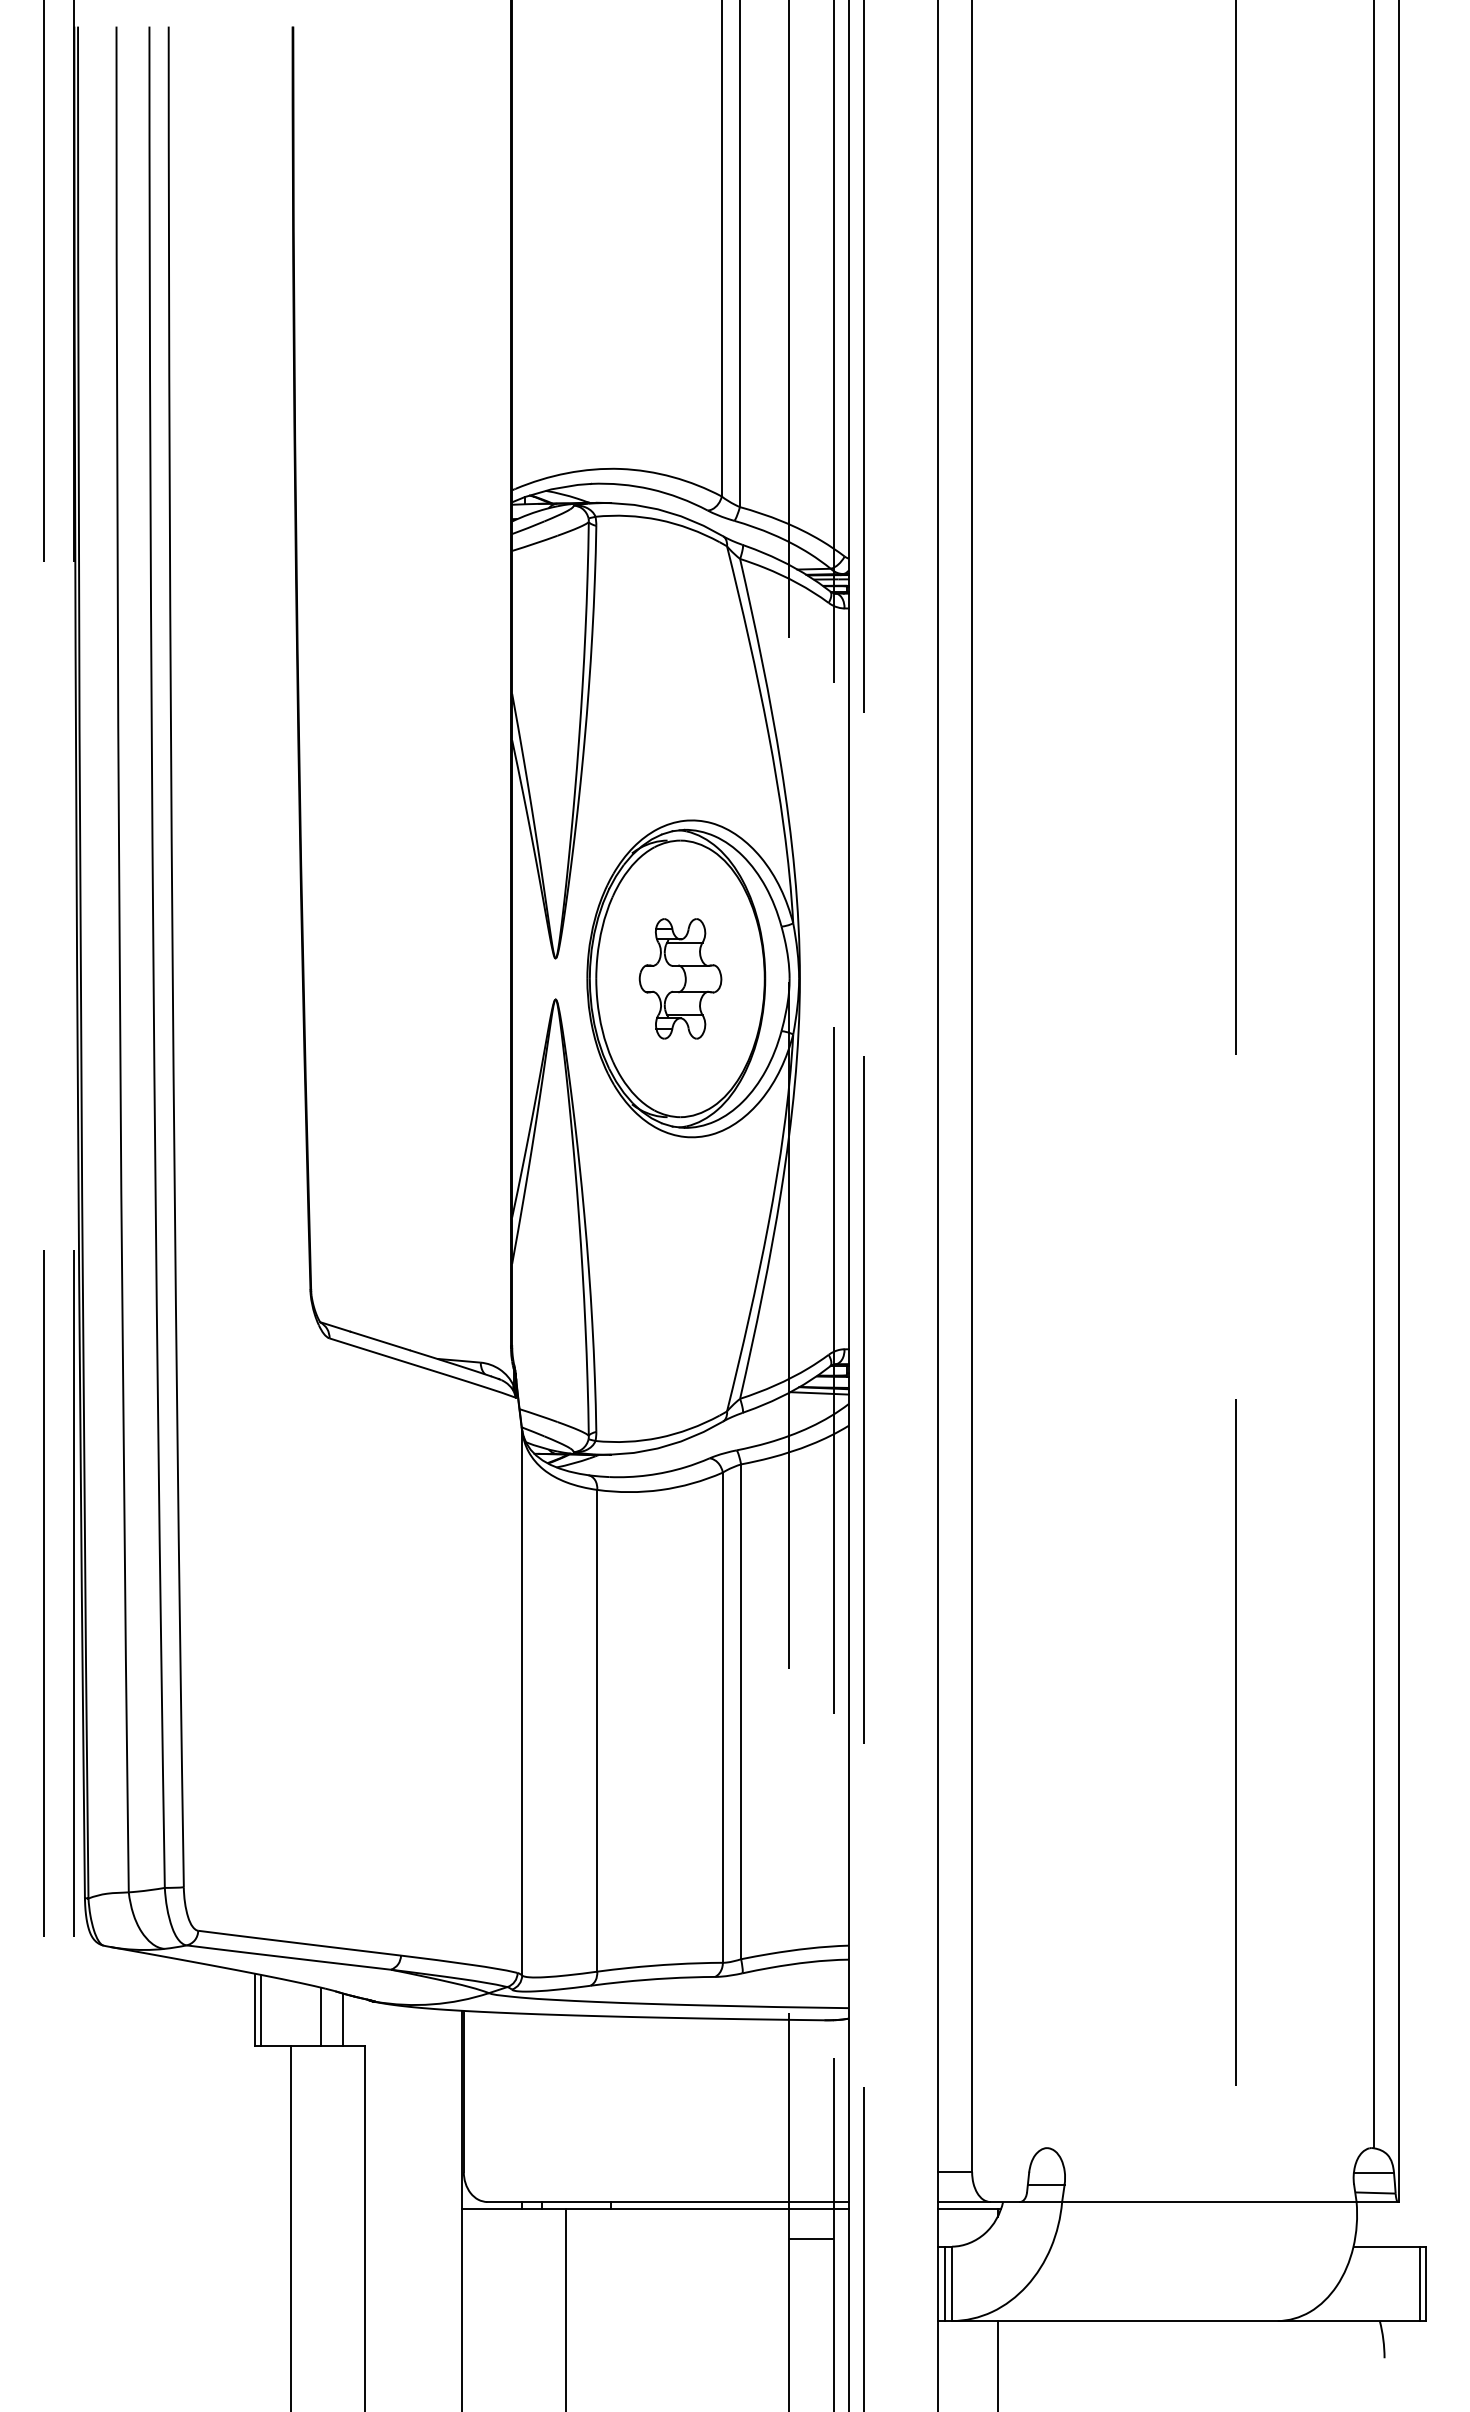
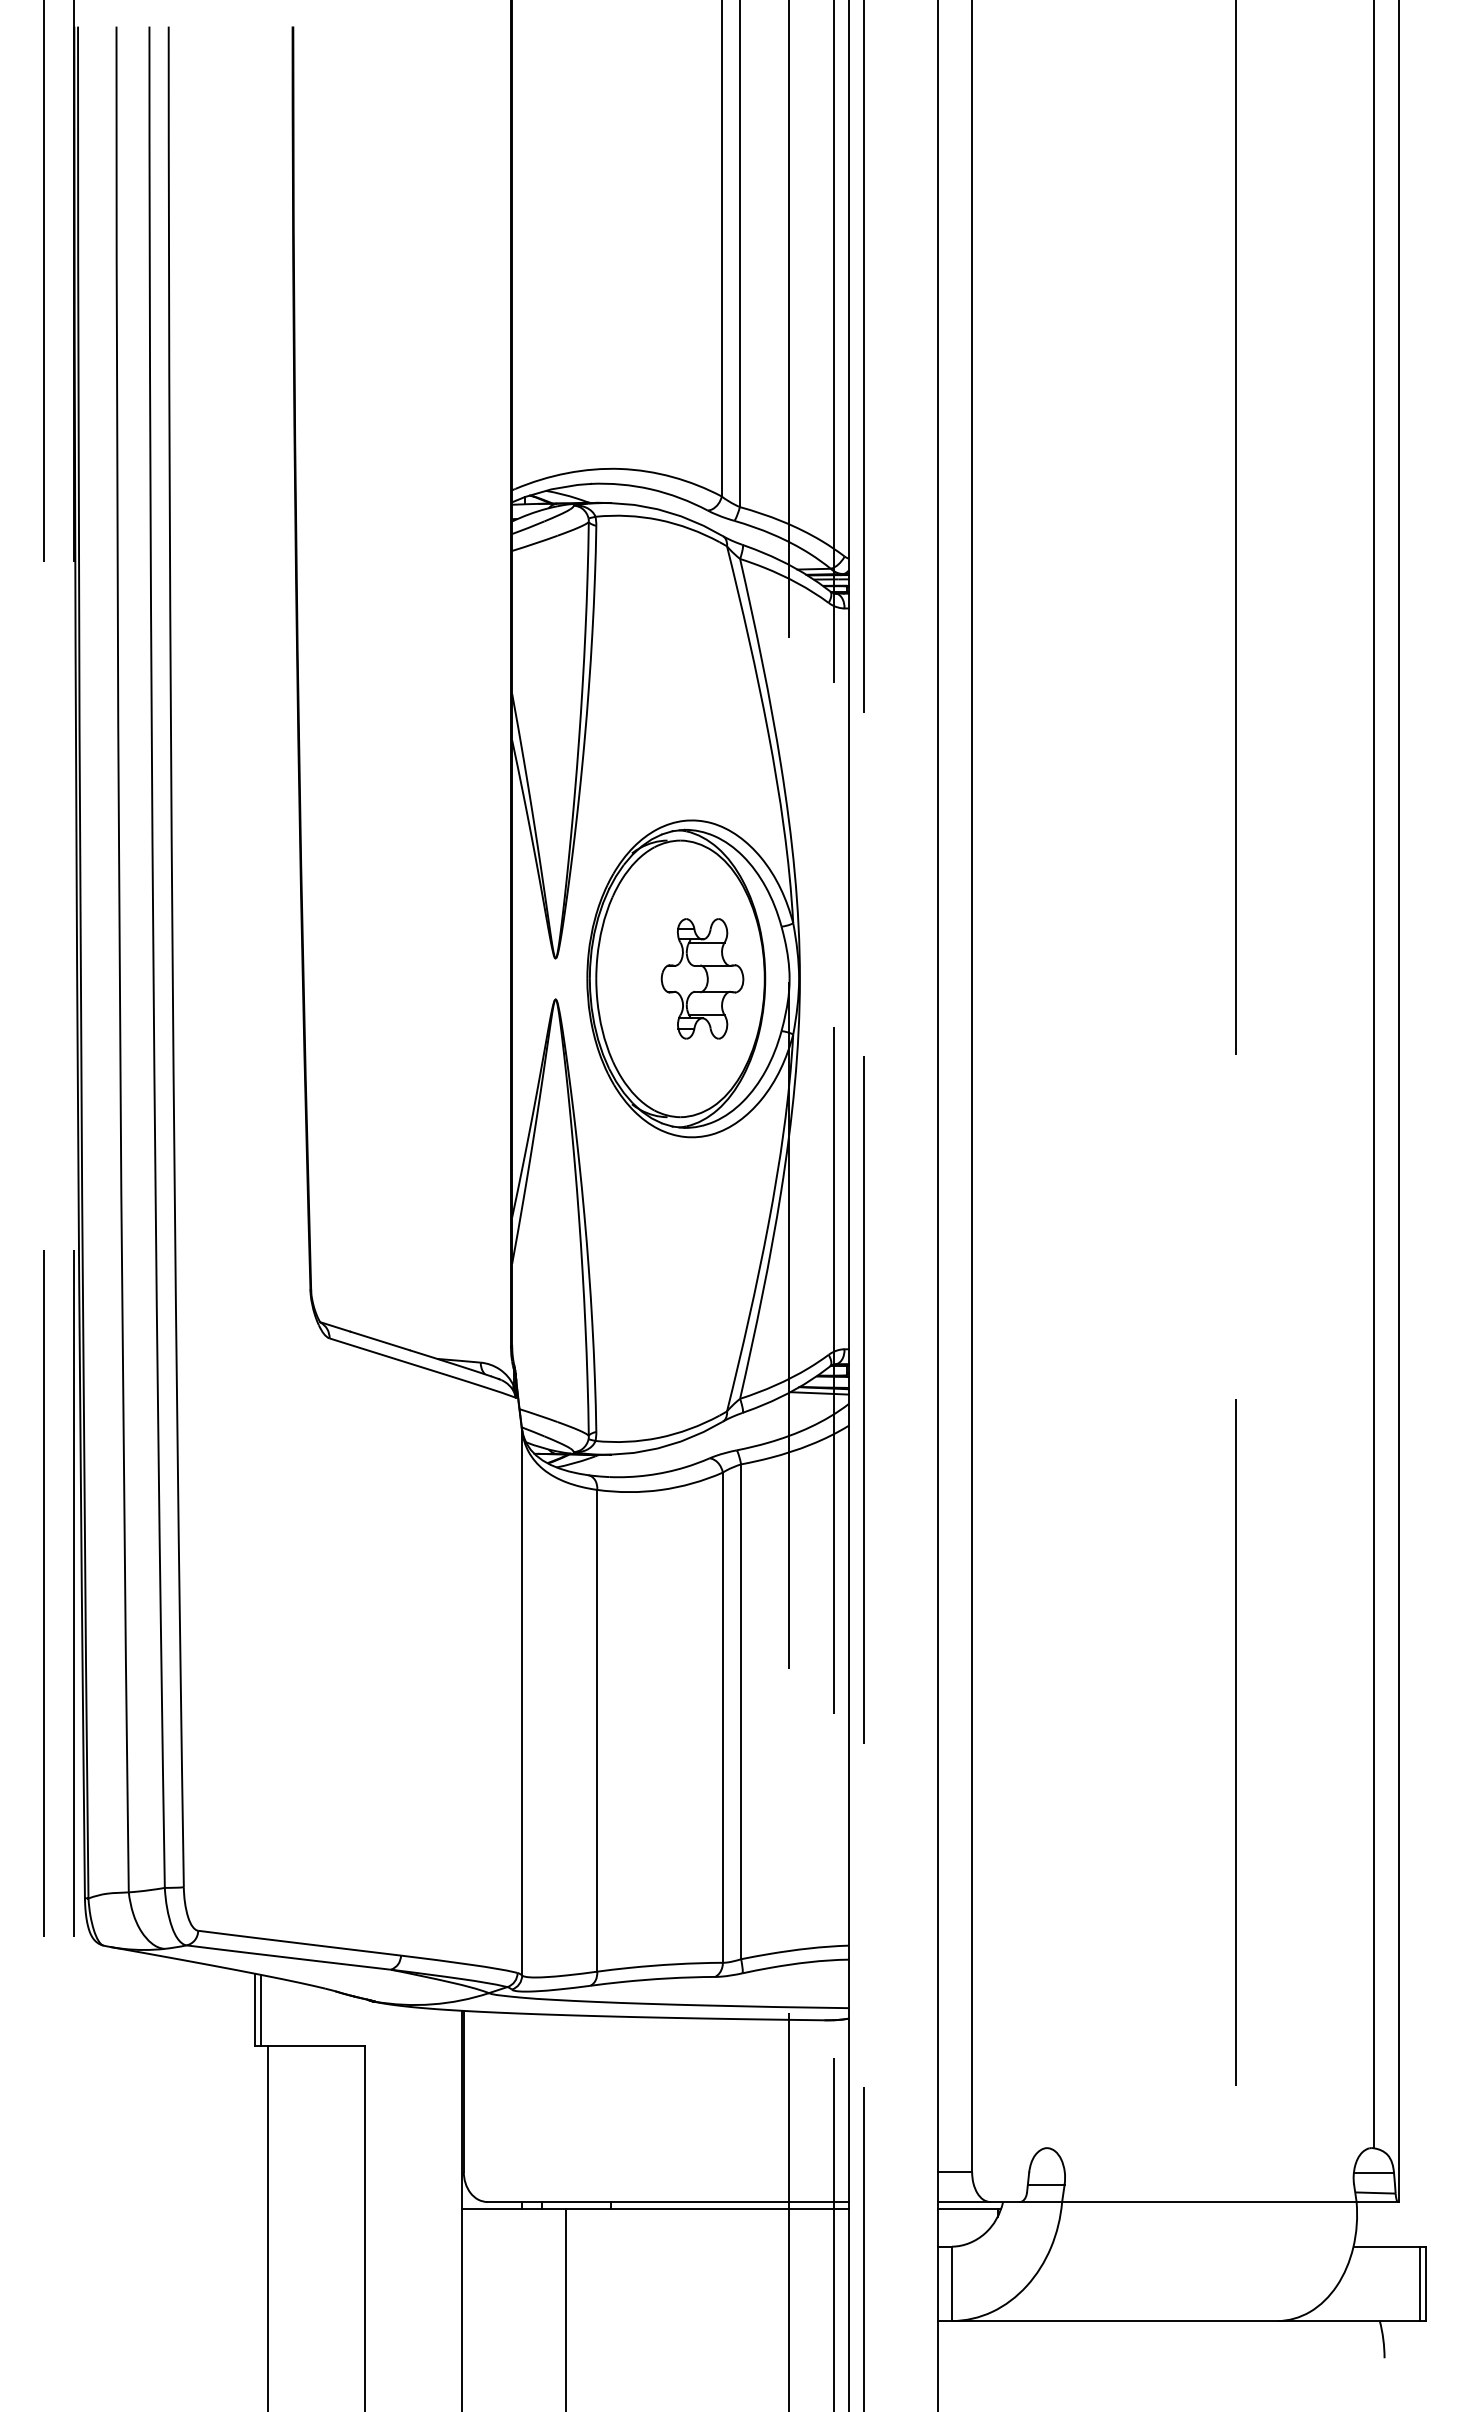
part at (680, 978) position: (680, 978) -> (702, 978)
line at (320, 2016): present -> none
line at (342, 2019): present -> none
line at (290, 2226) position: (290, 2226) -> (267, 2226)
line at (811, 2239): present -> none
line at (945, 2283): present -> none
line at (997, 2364): present -> none
